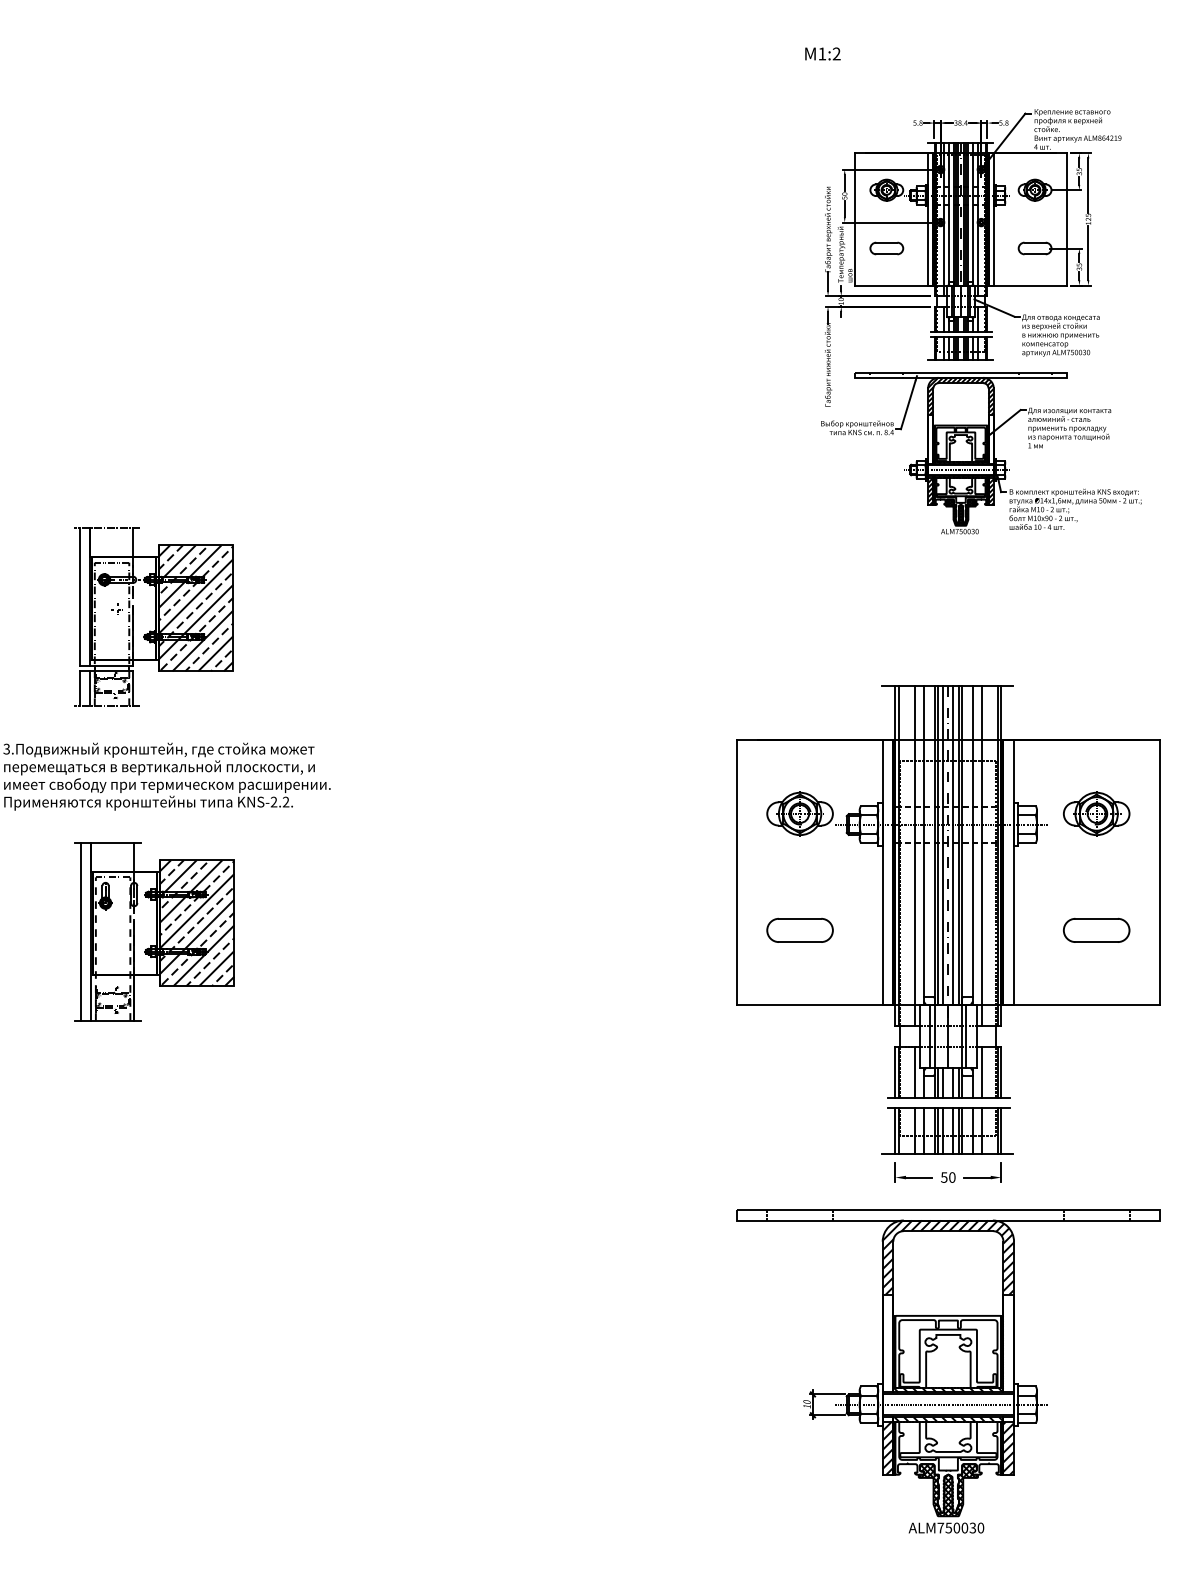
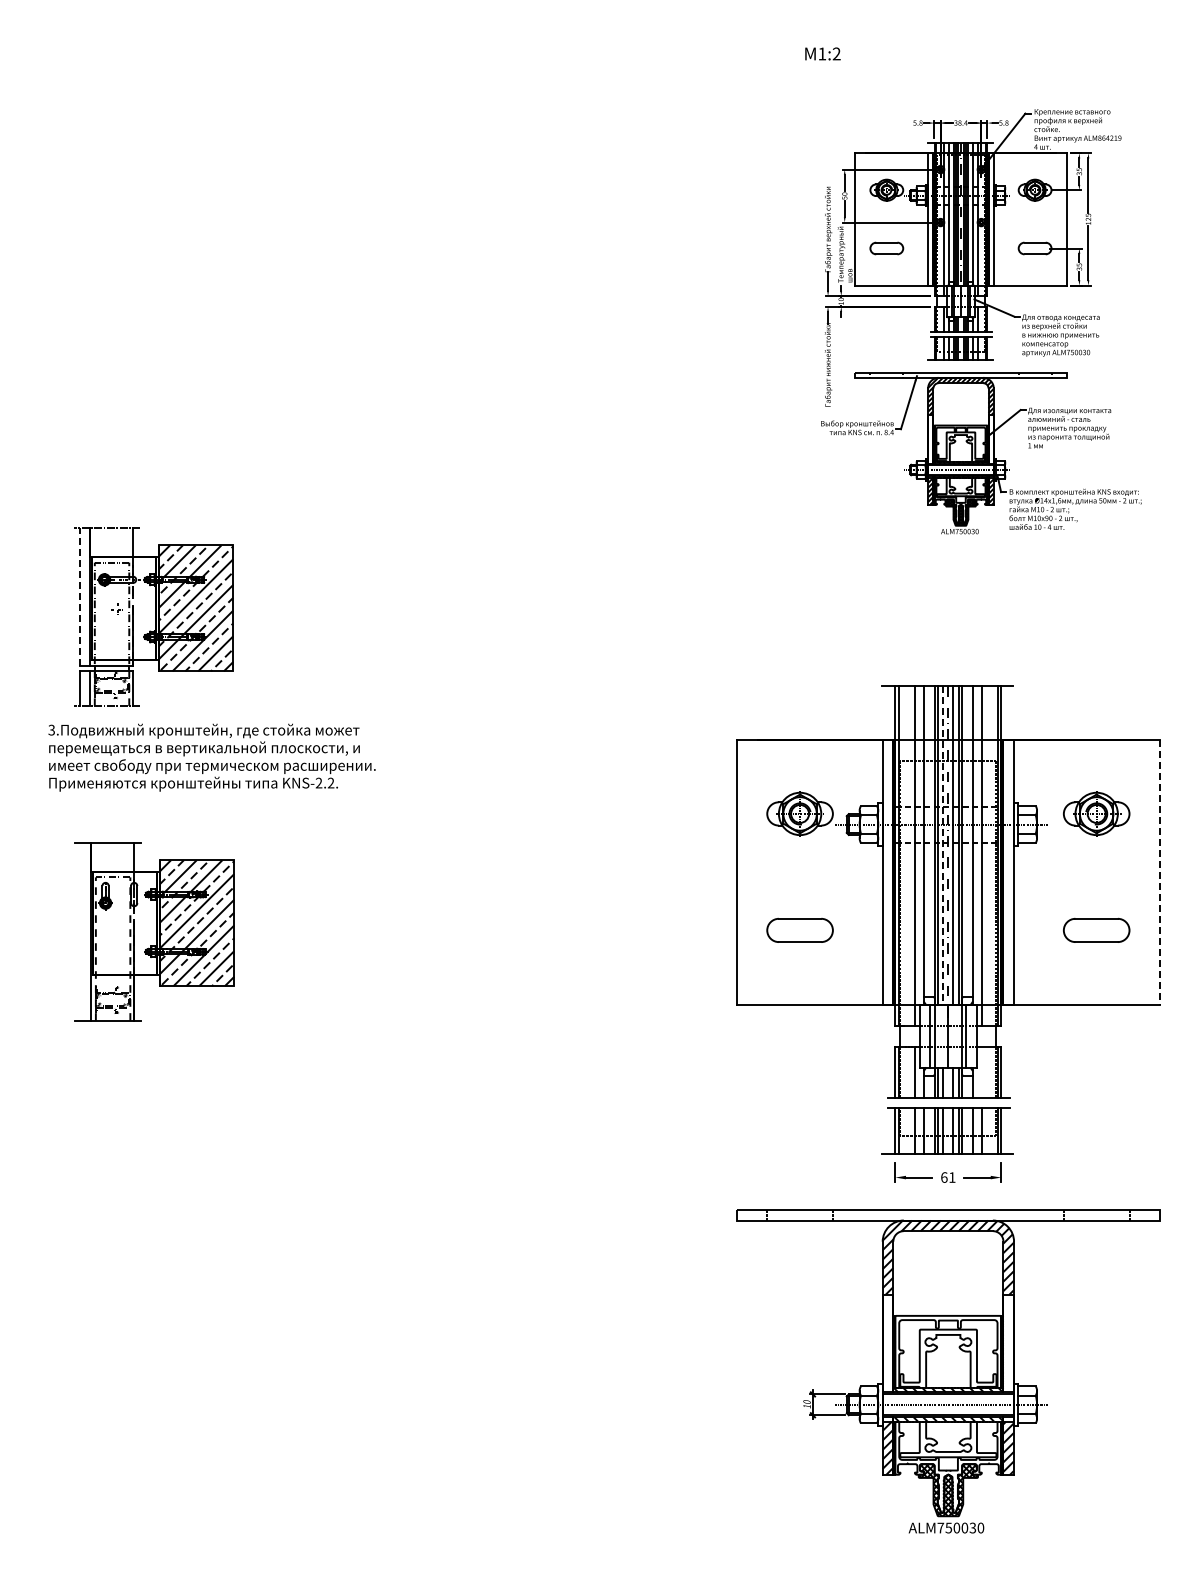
line at (79, 596): solid -> dashed
text at (166, 776) position: (166, 776) -> (211, 757)
line at (943, 845): solid -> dashed
line at (1160, 872): solid -> dashed
line at (81, 931): present -> none
line at (981, 1071): present -> none
text at (948, 1177): 50 -> 61
